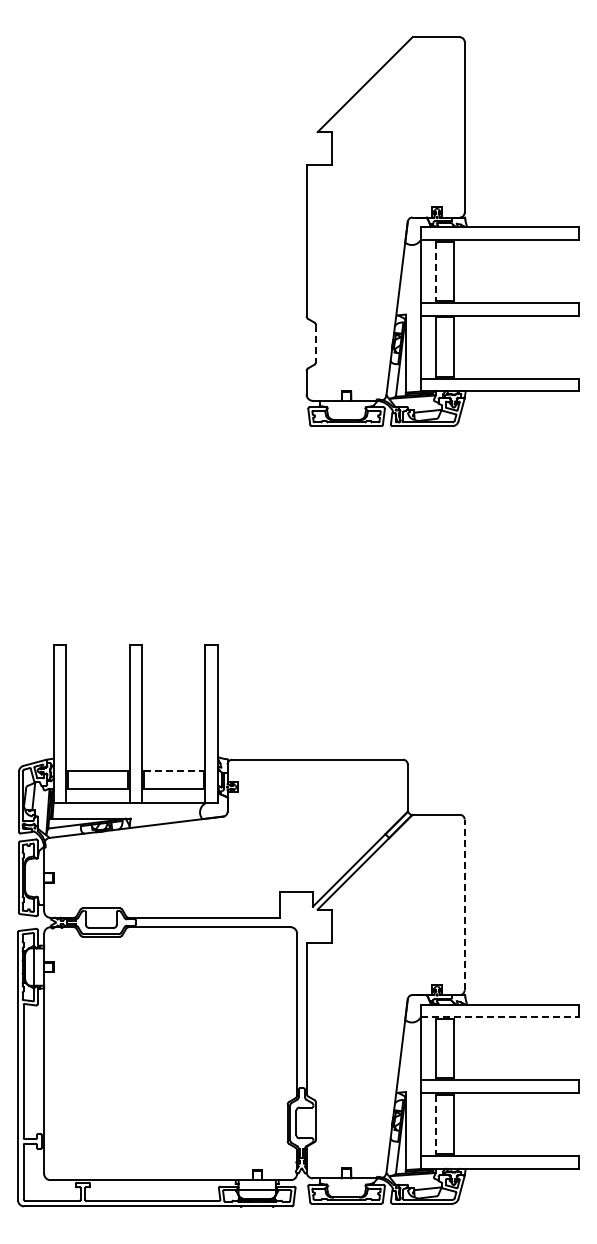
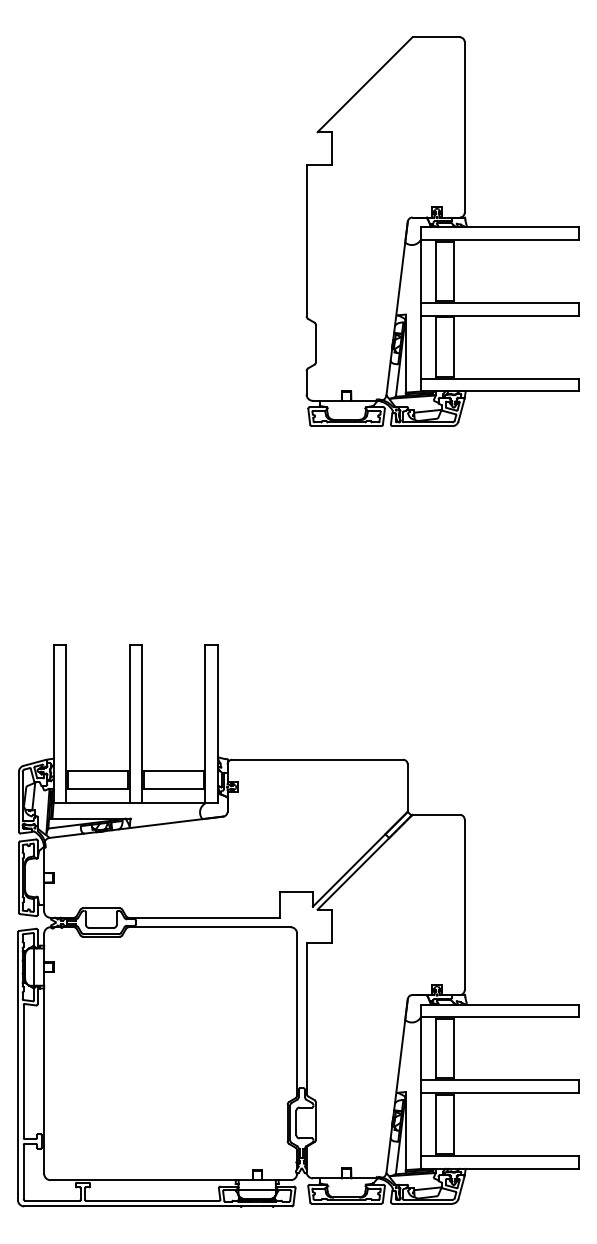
line at (435, 271): dashed -> solid
line at (316, 344): dashed -> solid
line at (173, 770): dashed -> solid
line at (464, 904): dashed -> solid
line at (500, 1017): dashed -> solid
line at (435, 1124): dashed -> solid
